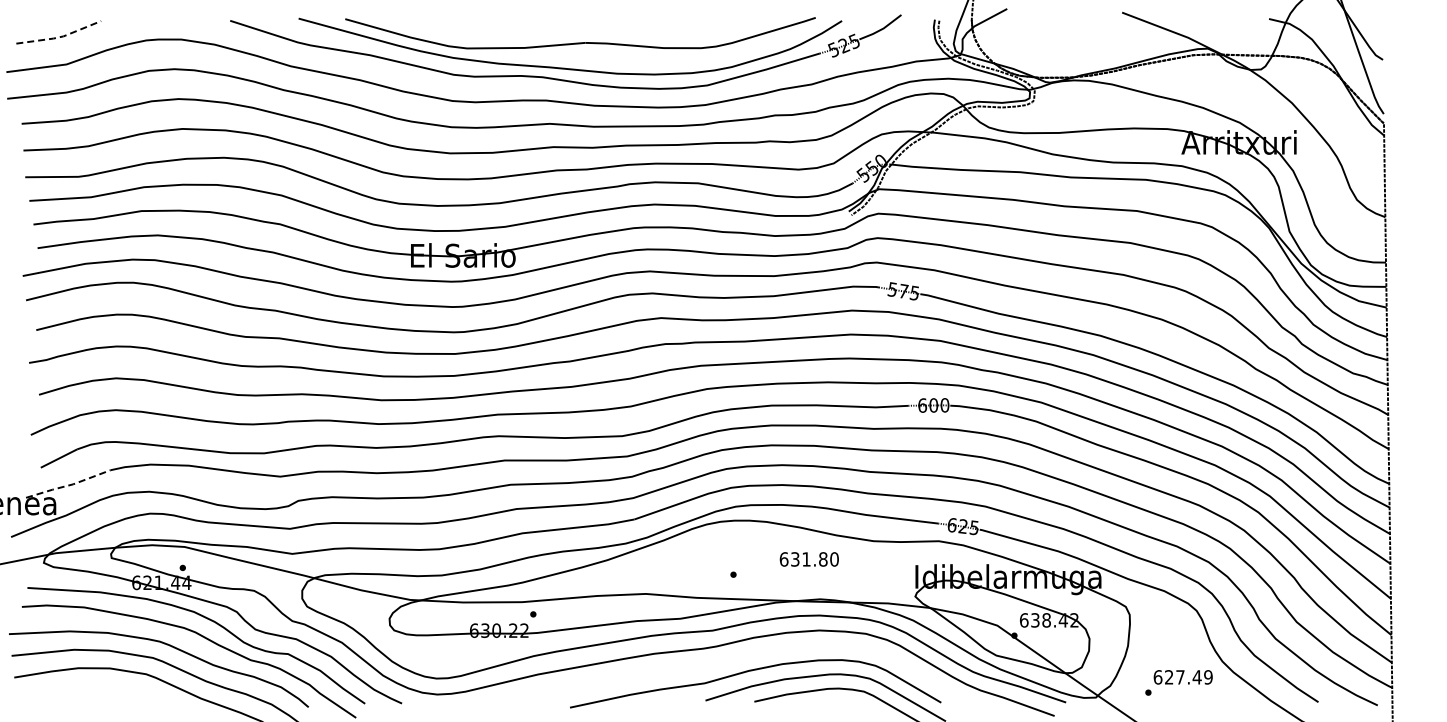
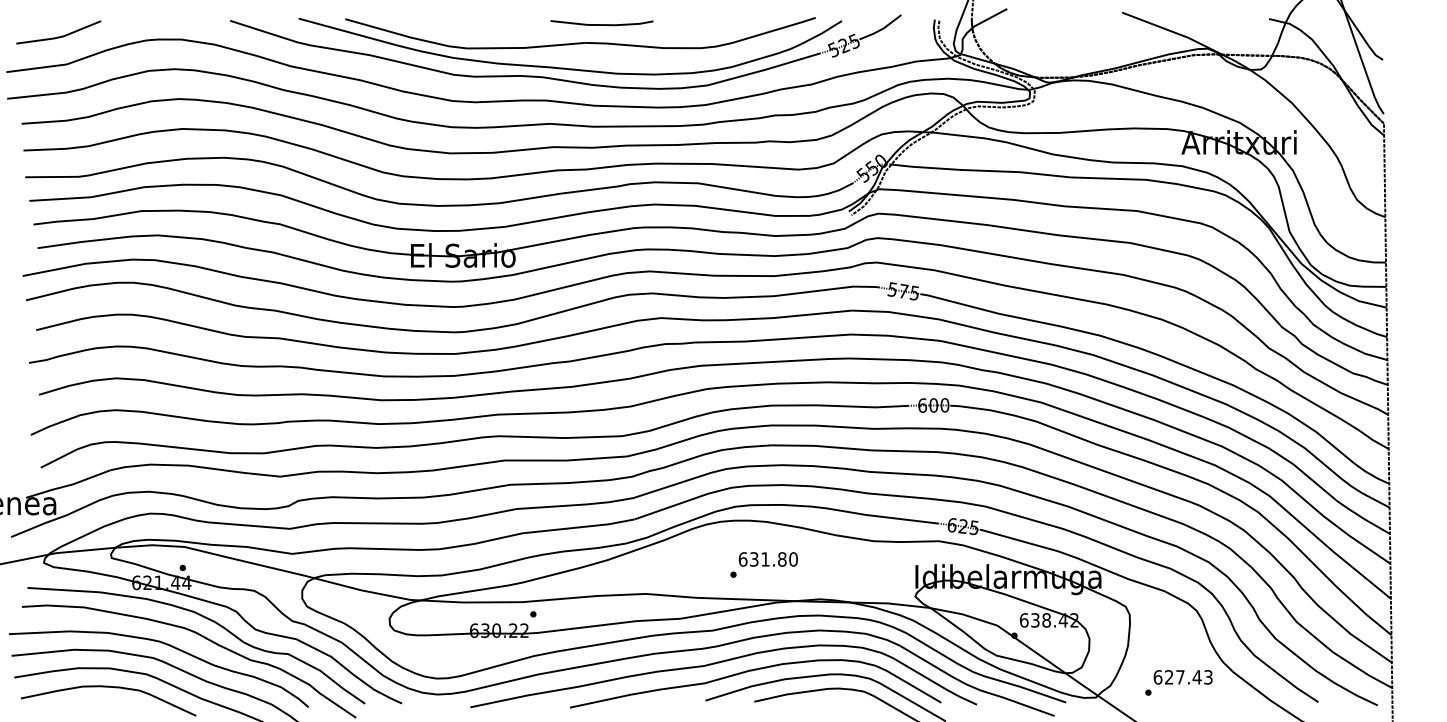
line at (601, 24): none -> present
line at (59, 37): dashed -> solid
line at (68, 485): dashed -> solid
text at (808, 559) position: (808, 559) -> (767, 559)
curve at (719, 663): none -> present
text at (1208, 677): 627.49 -> 627.43
part at (108, 687): none -> present
